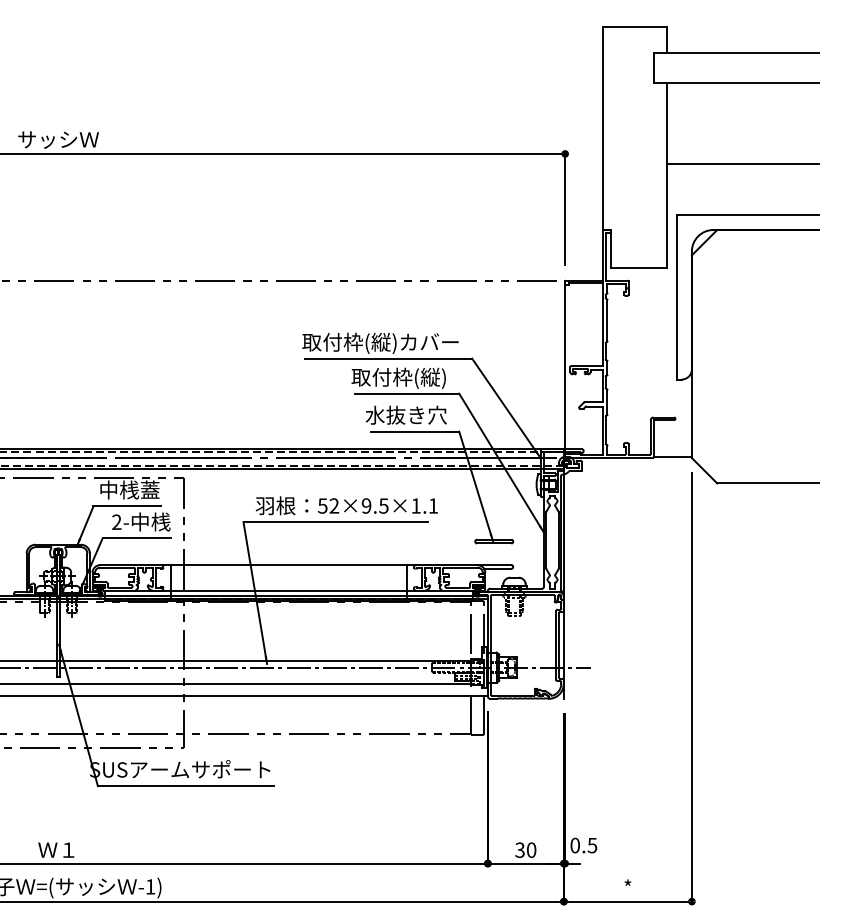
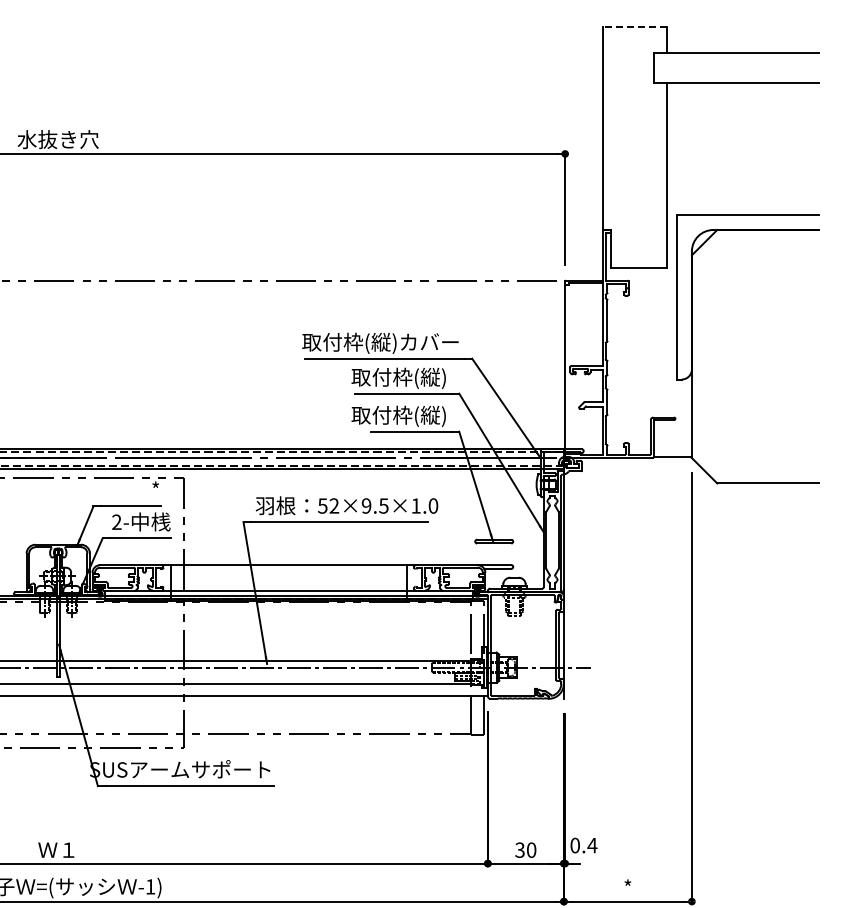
line at (634, 27): solid -> dashed
text at (57, 139): サッシＷ -> 水抜き穴
line at (742, 164): present -> none
text at (398, 415): 水抜き穴 -> 取付枠(縦)
text at (129, 489): 中桟蓋 -> *
text at (433, 505): 52×9.5×1.1 -> 52×9.5×1.0
text at (592, 845): 0.5 -> 0.4
